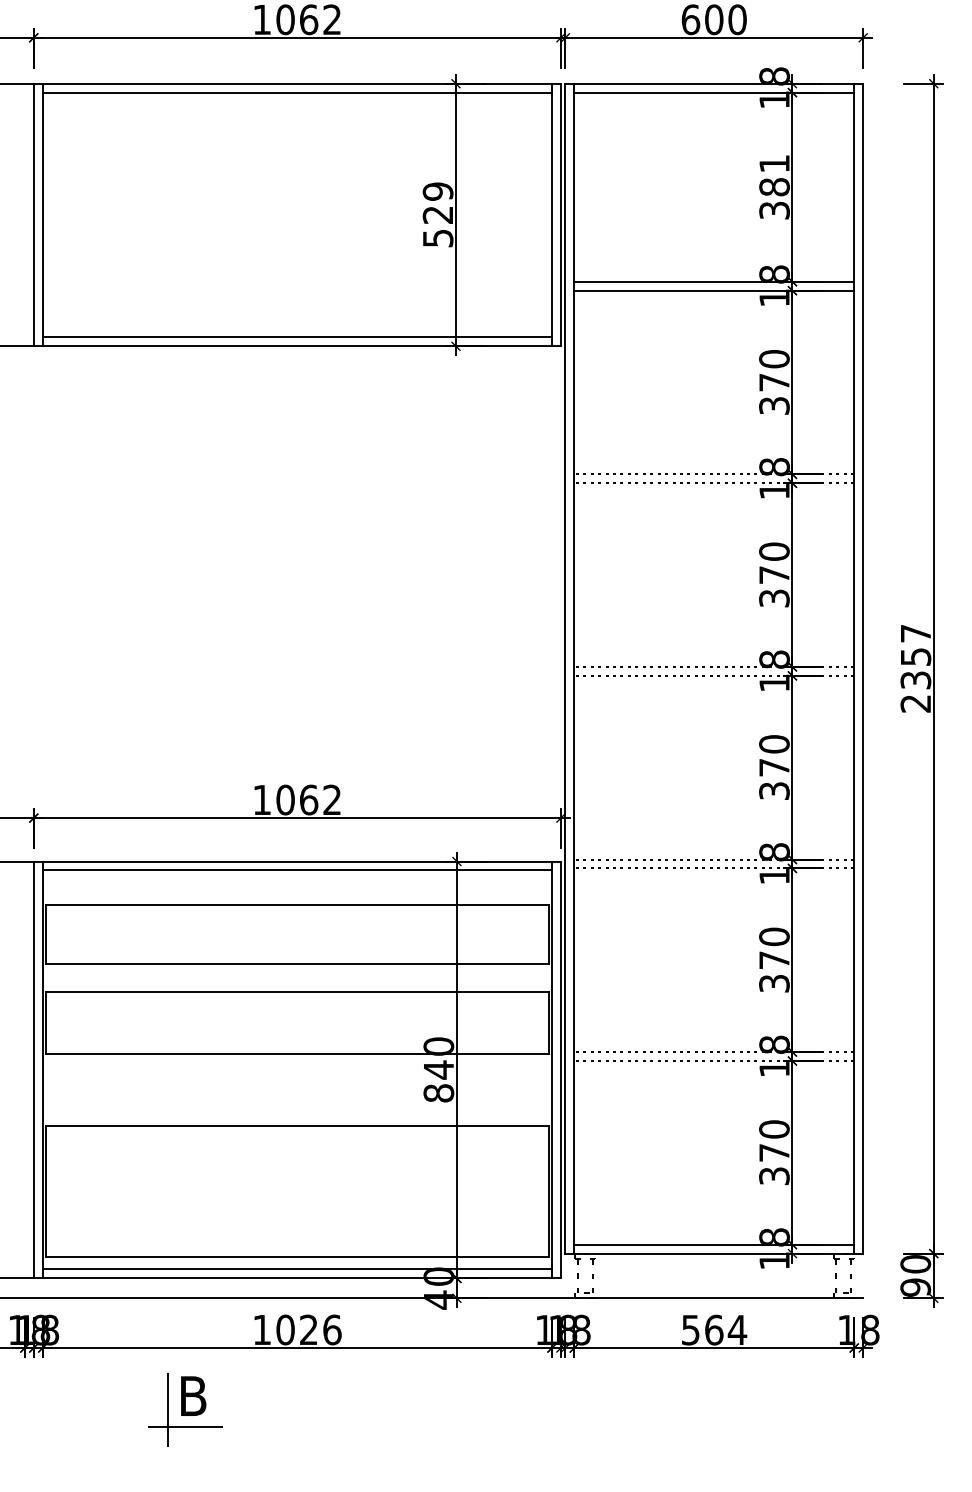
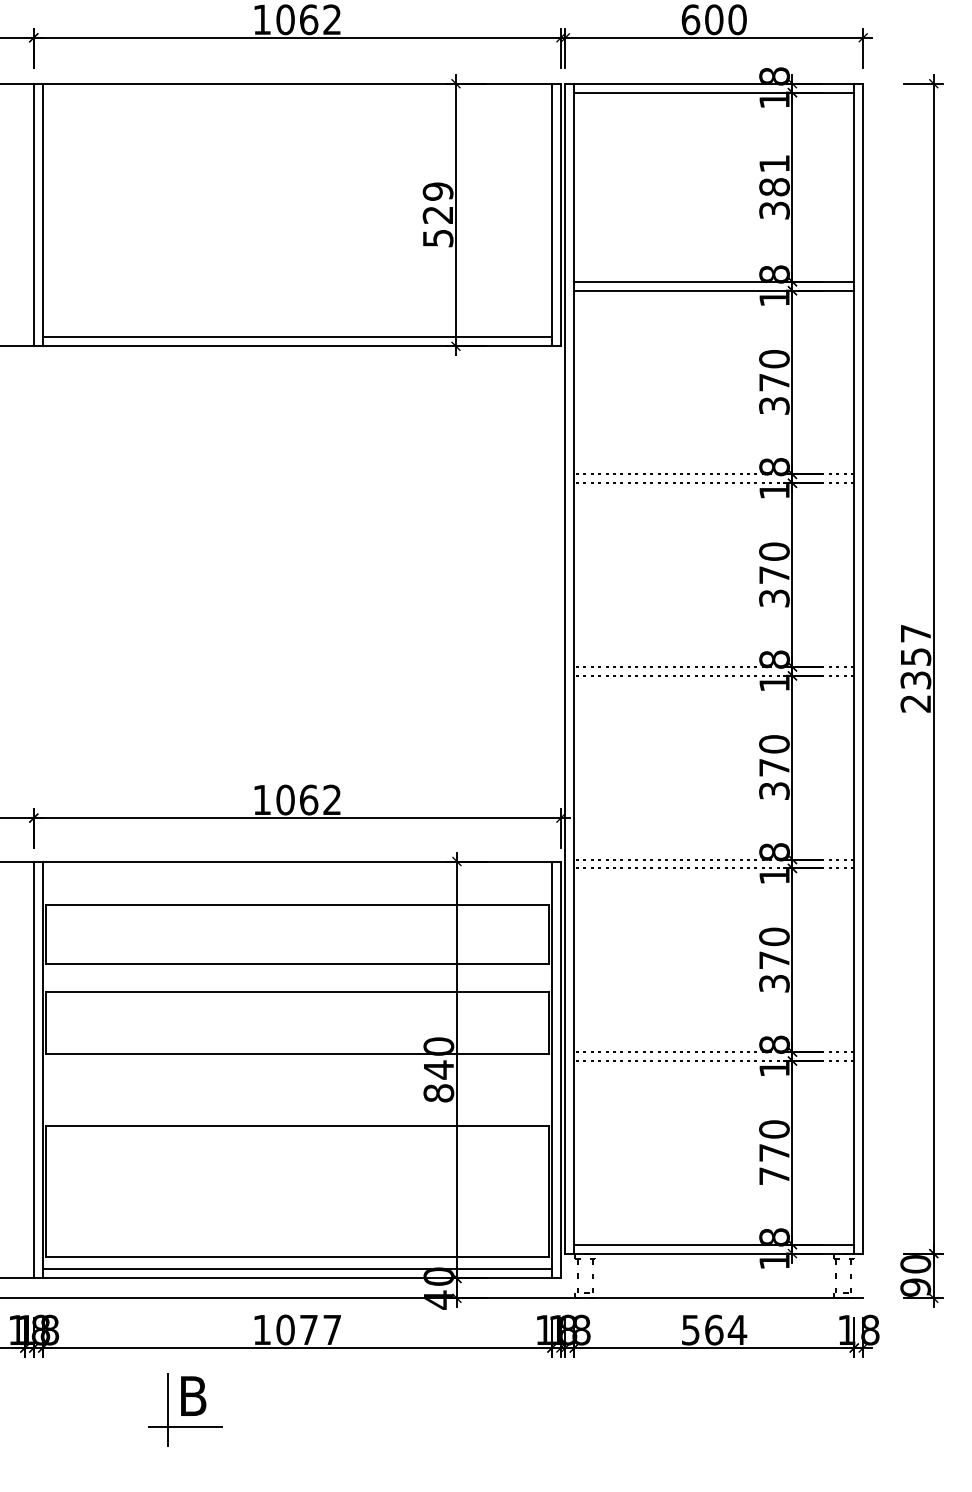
line at (296, 92): present -> none
line at (296, 870): present -> none
text at (774, 1176): 370 -> 770
text at (320, 1329): 1026 -> 1077
